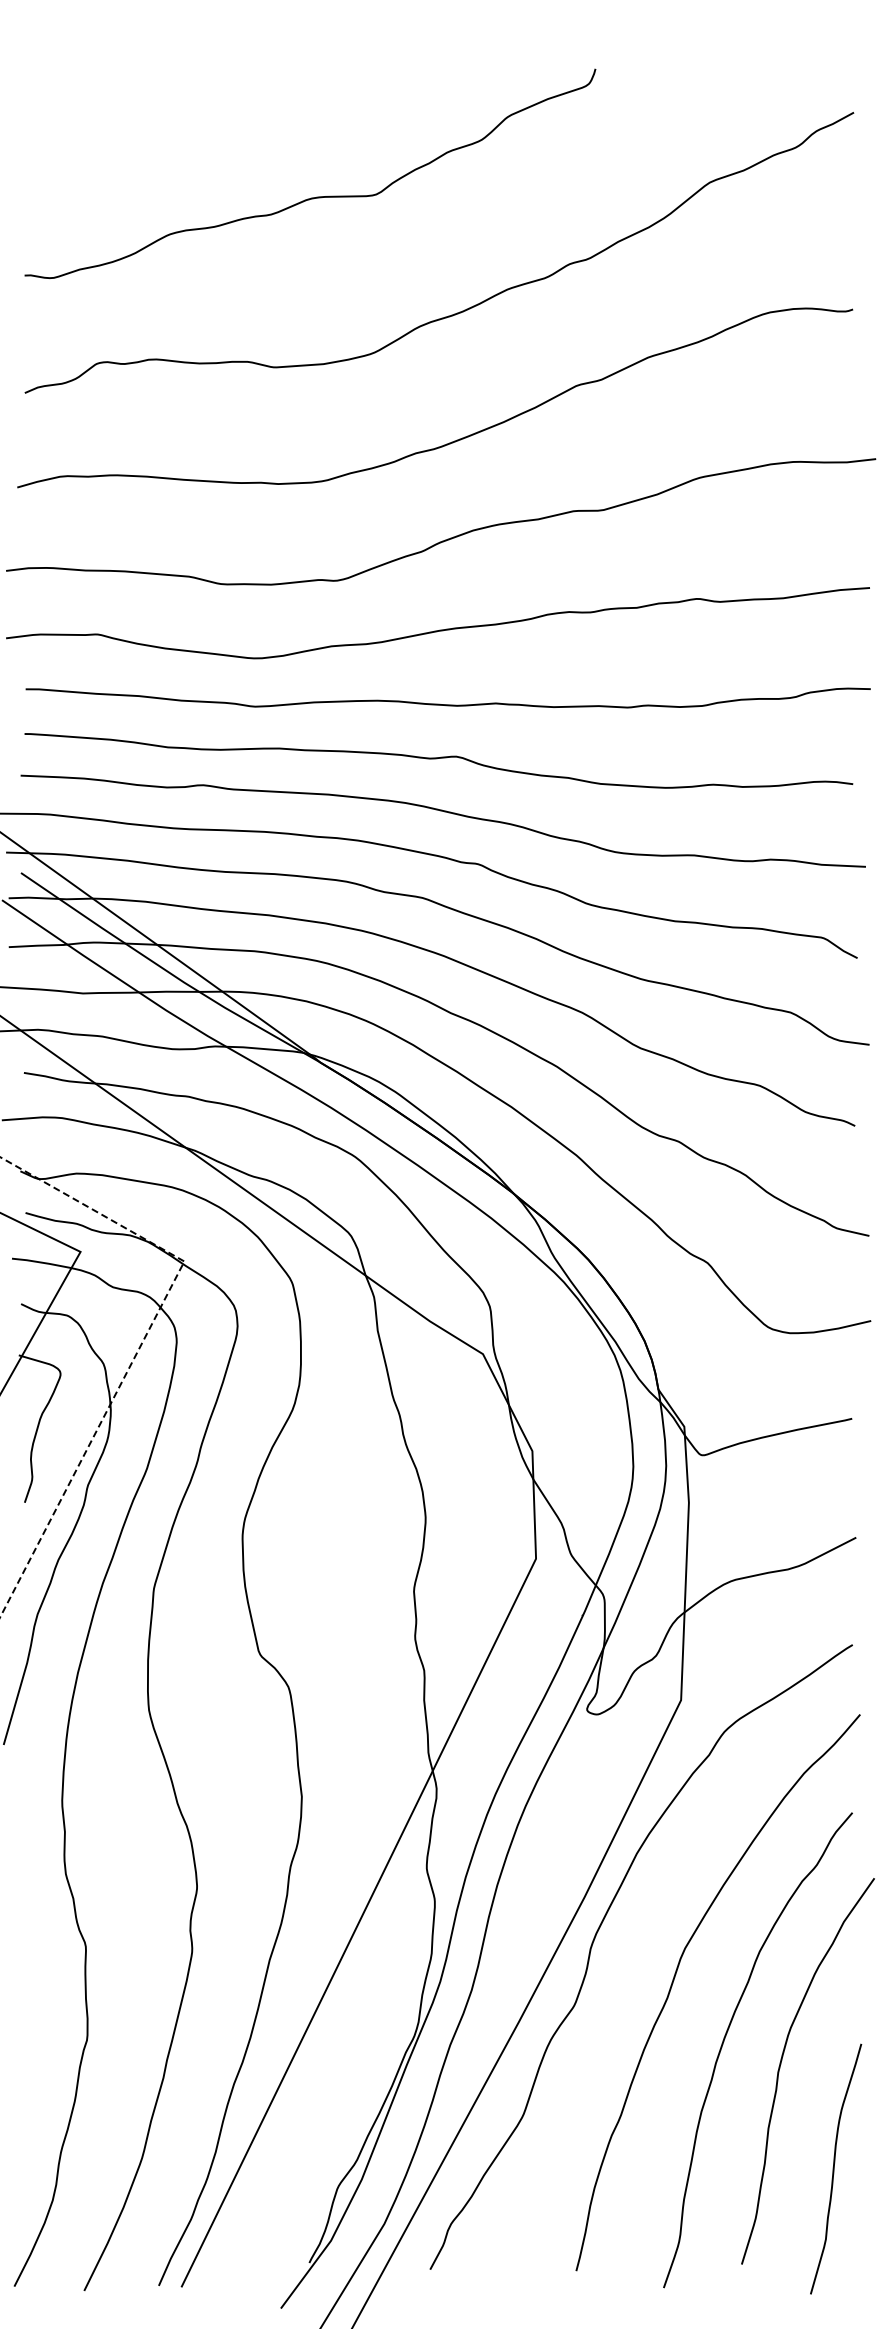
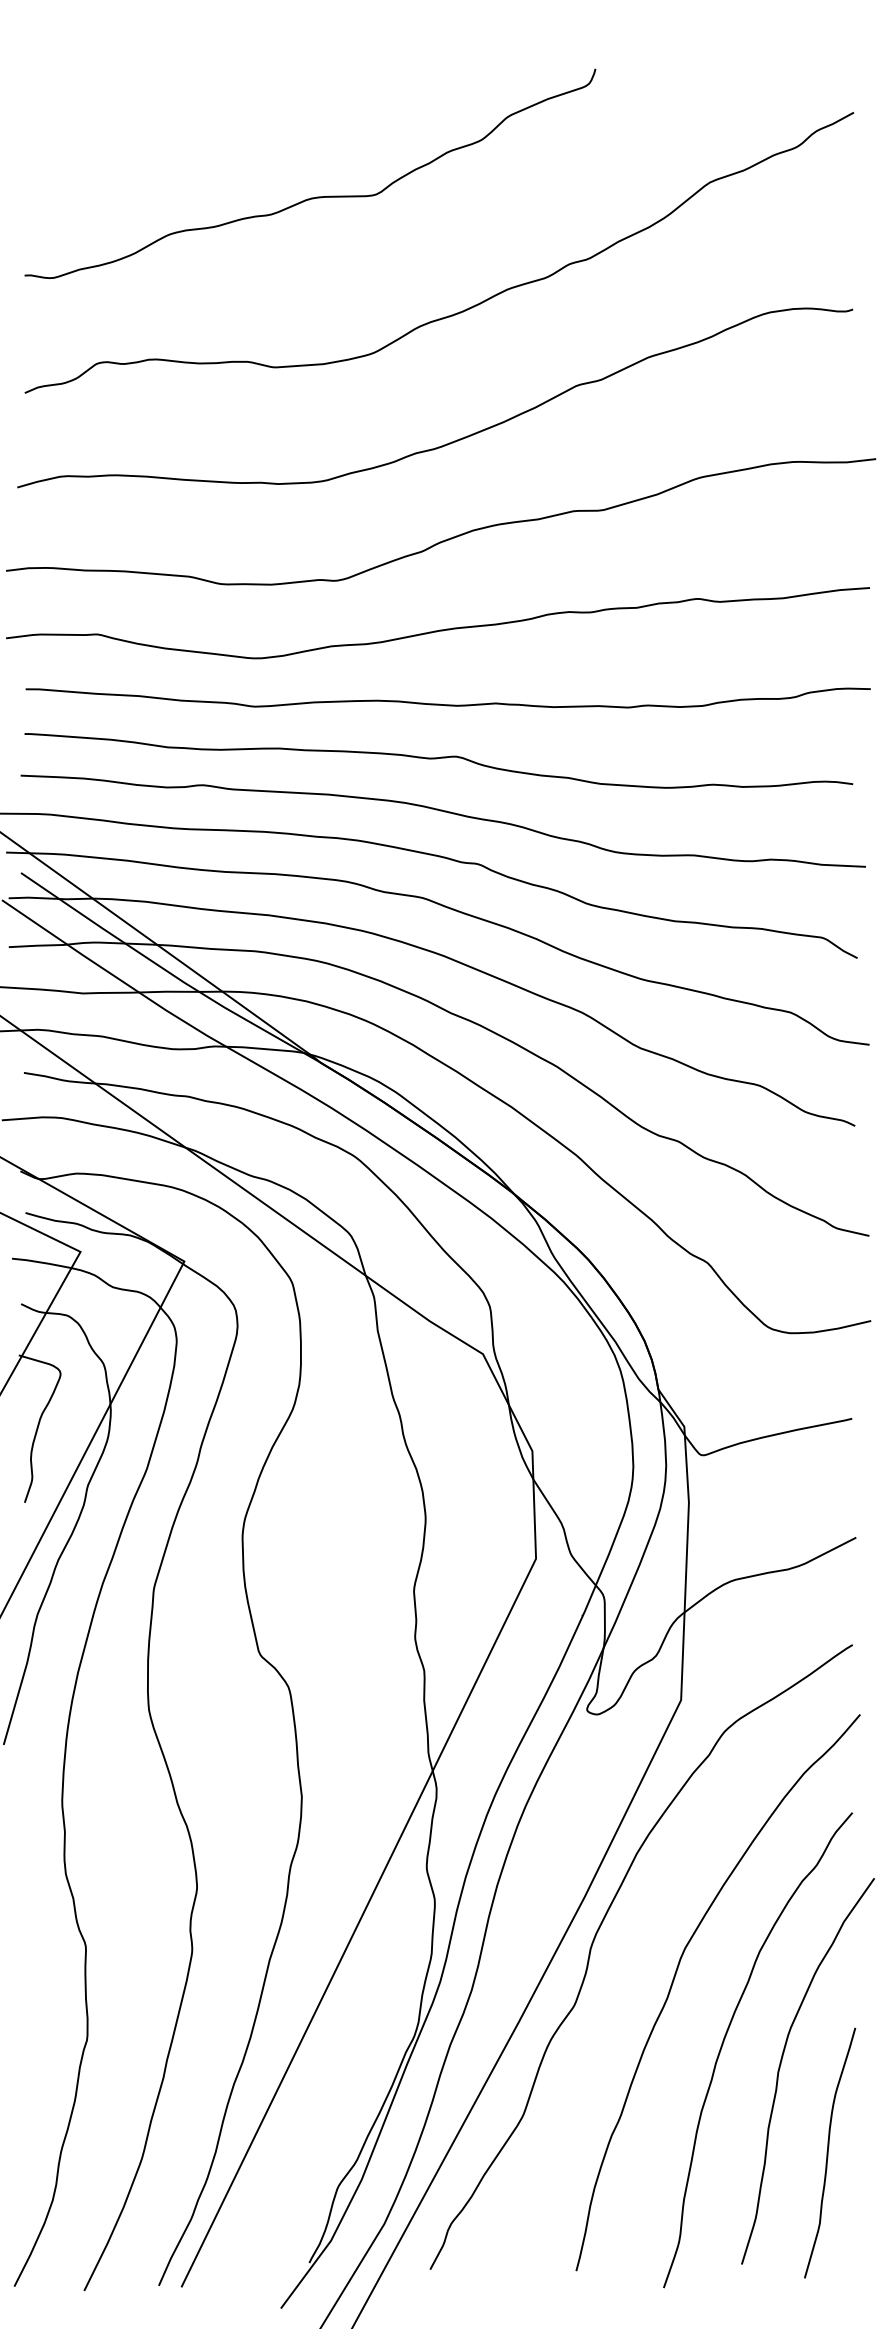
line at (141, 1344): dashed -> solid
curve at (834, 2168) position: (834, 2168) -> (828, 2152)
